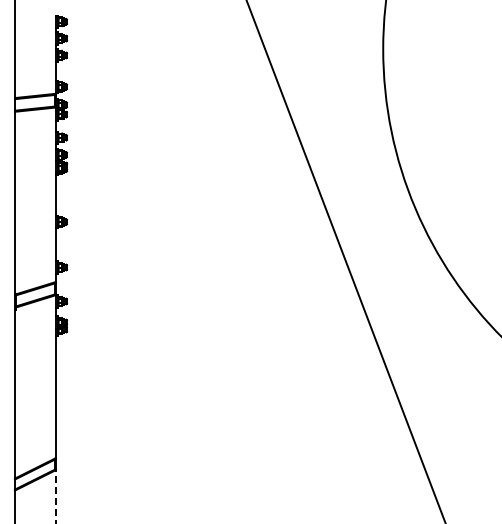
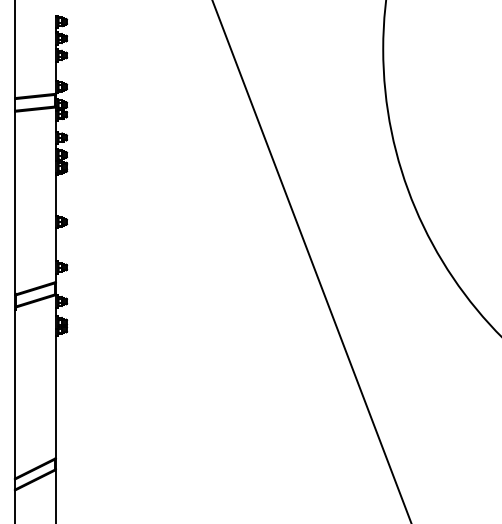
line at (345, 261) position: (345, 261) -> (311, 261)
line at (56, 495): dashed -> solid
